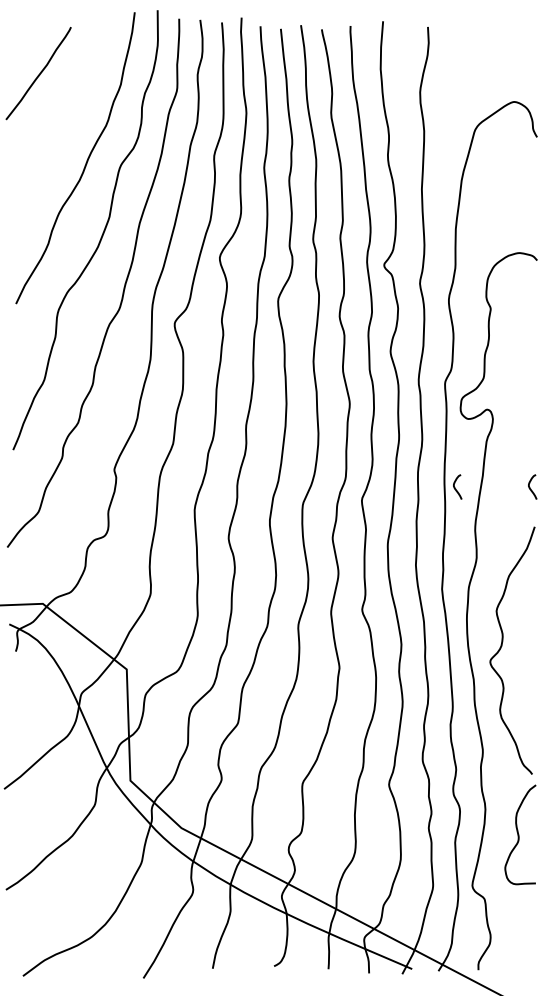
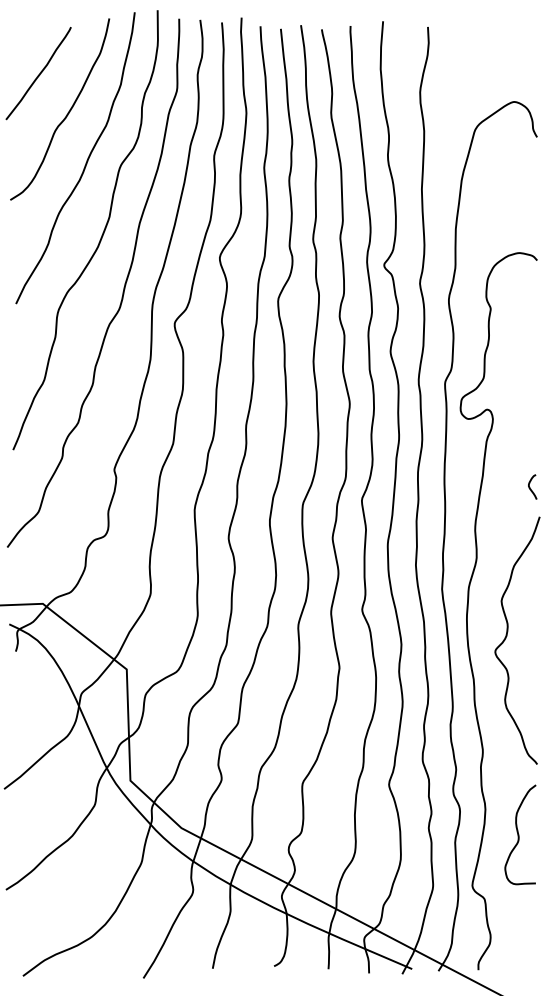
curve at (67, 112): none -> present
curve at (455, 487): present -> none
curve at (502, 646) position: (502, 646) -> (507, 636)
